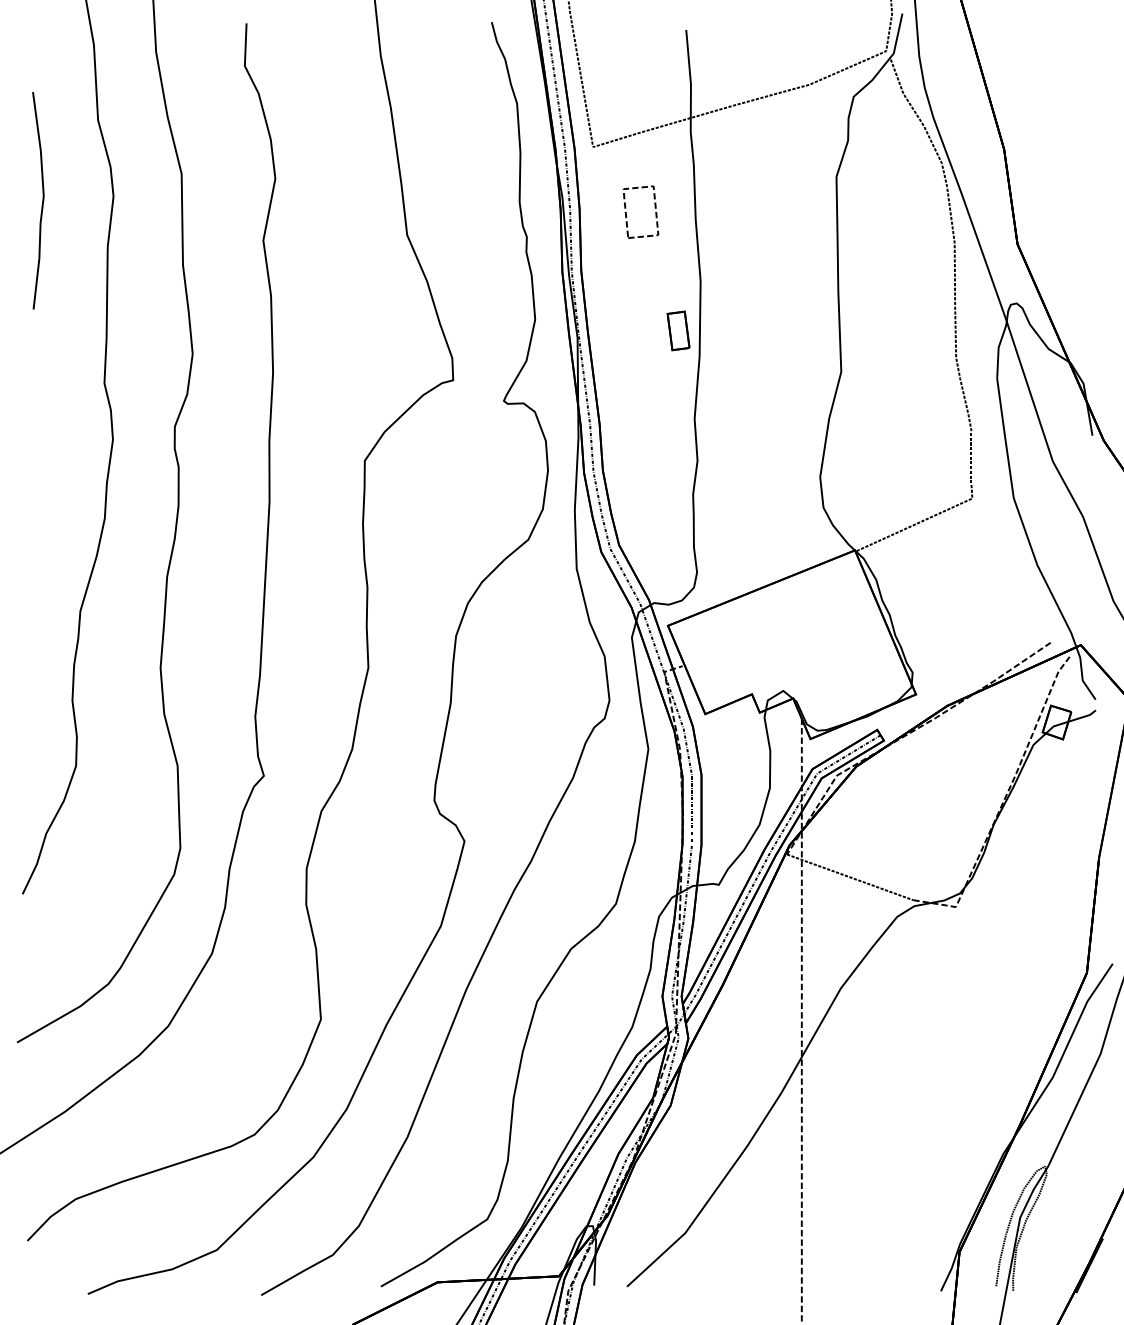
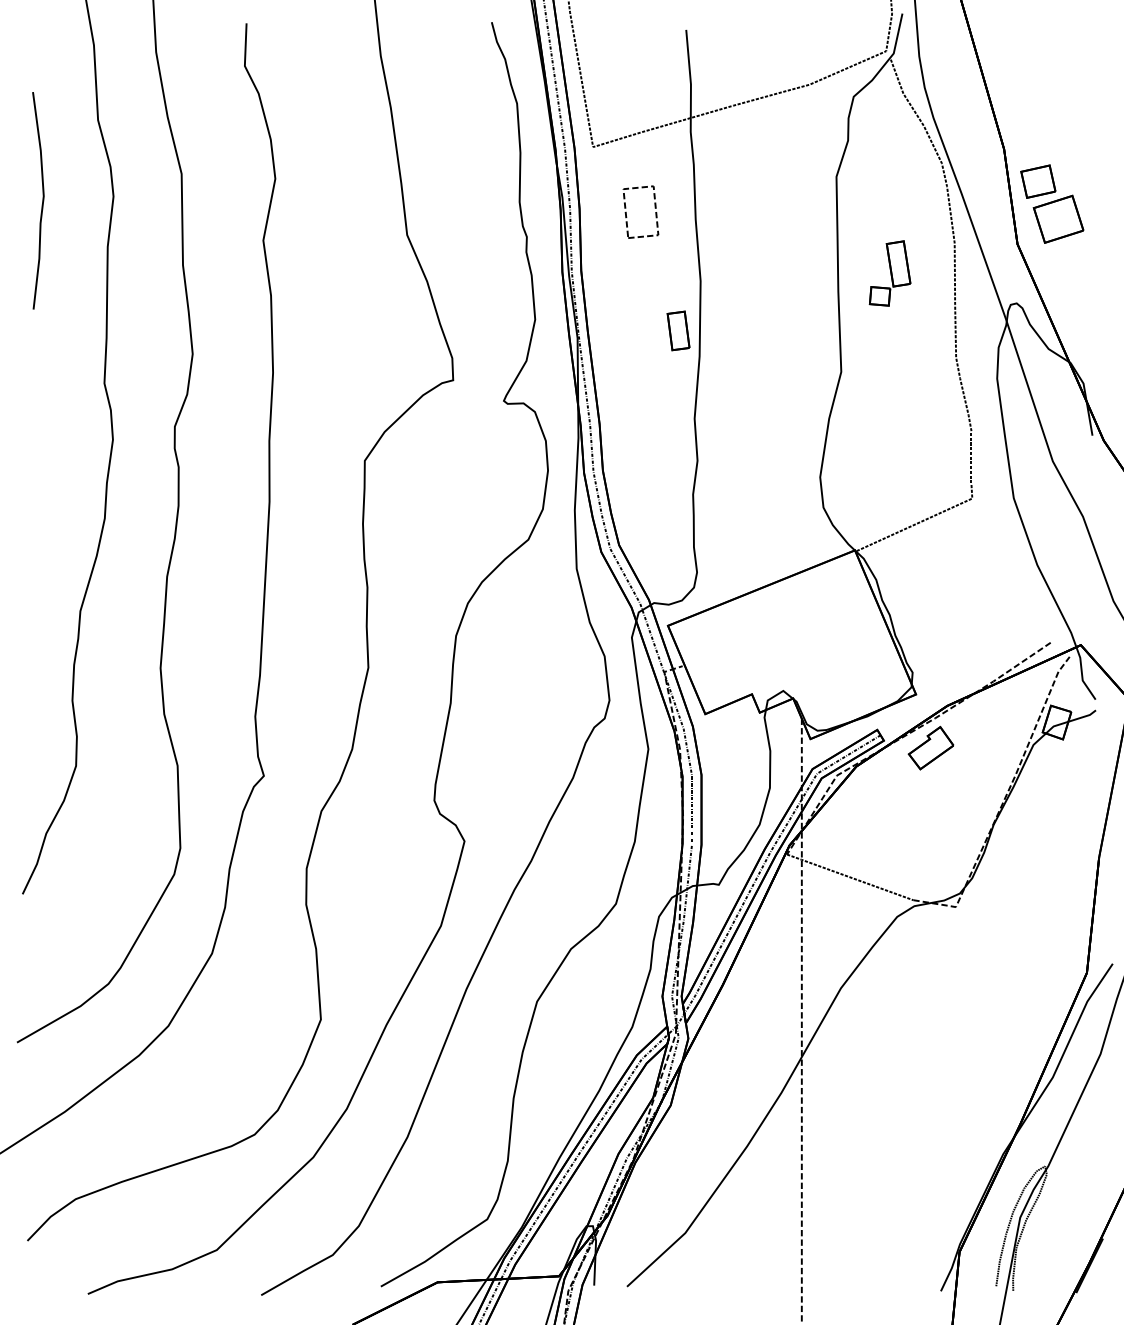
part at (1052, 203): none -> present
part at (889, 273): none -> present
part at (930, 747): none -> present
